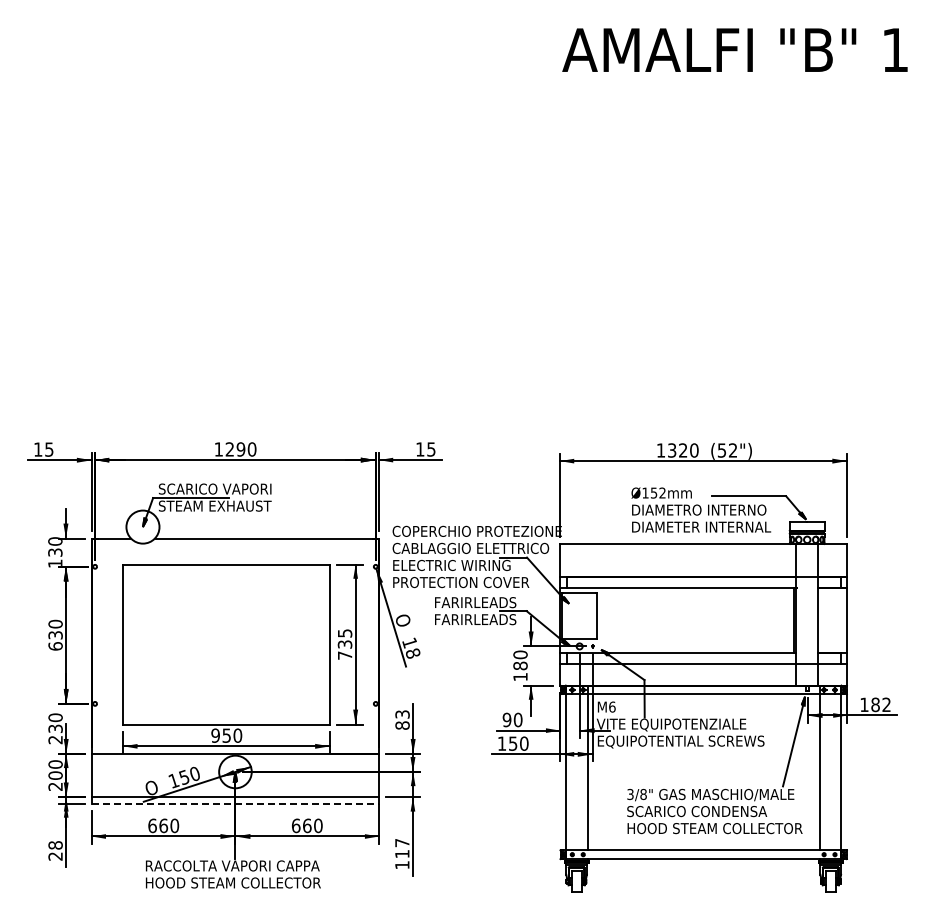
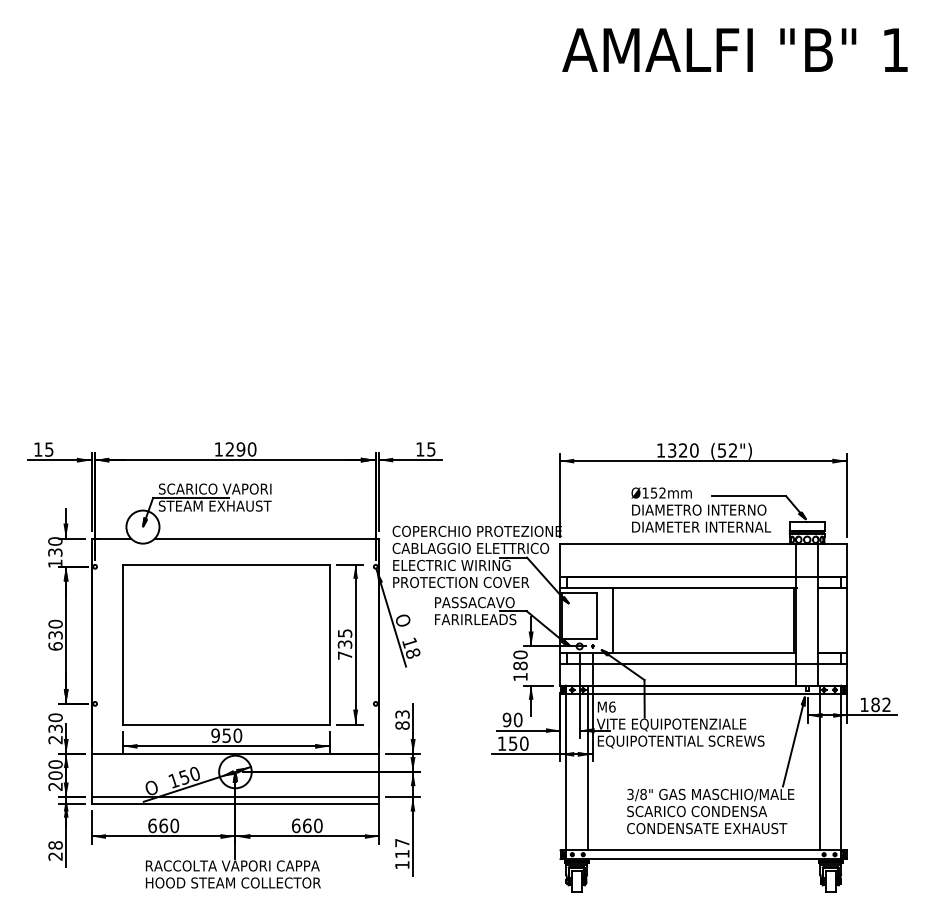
text at (476, 602): FARIRLEADS -> PASSACAVO
line at (613, 620): none -> present
line at (235, 803): dashed -> solid
text at (714, 828): HOOD STEAM COLLECTOR -> CONDENSATE EXHAUST
